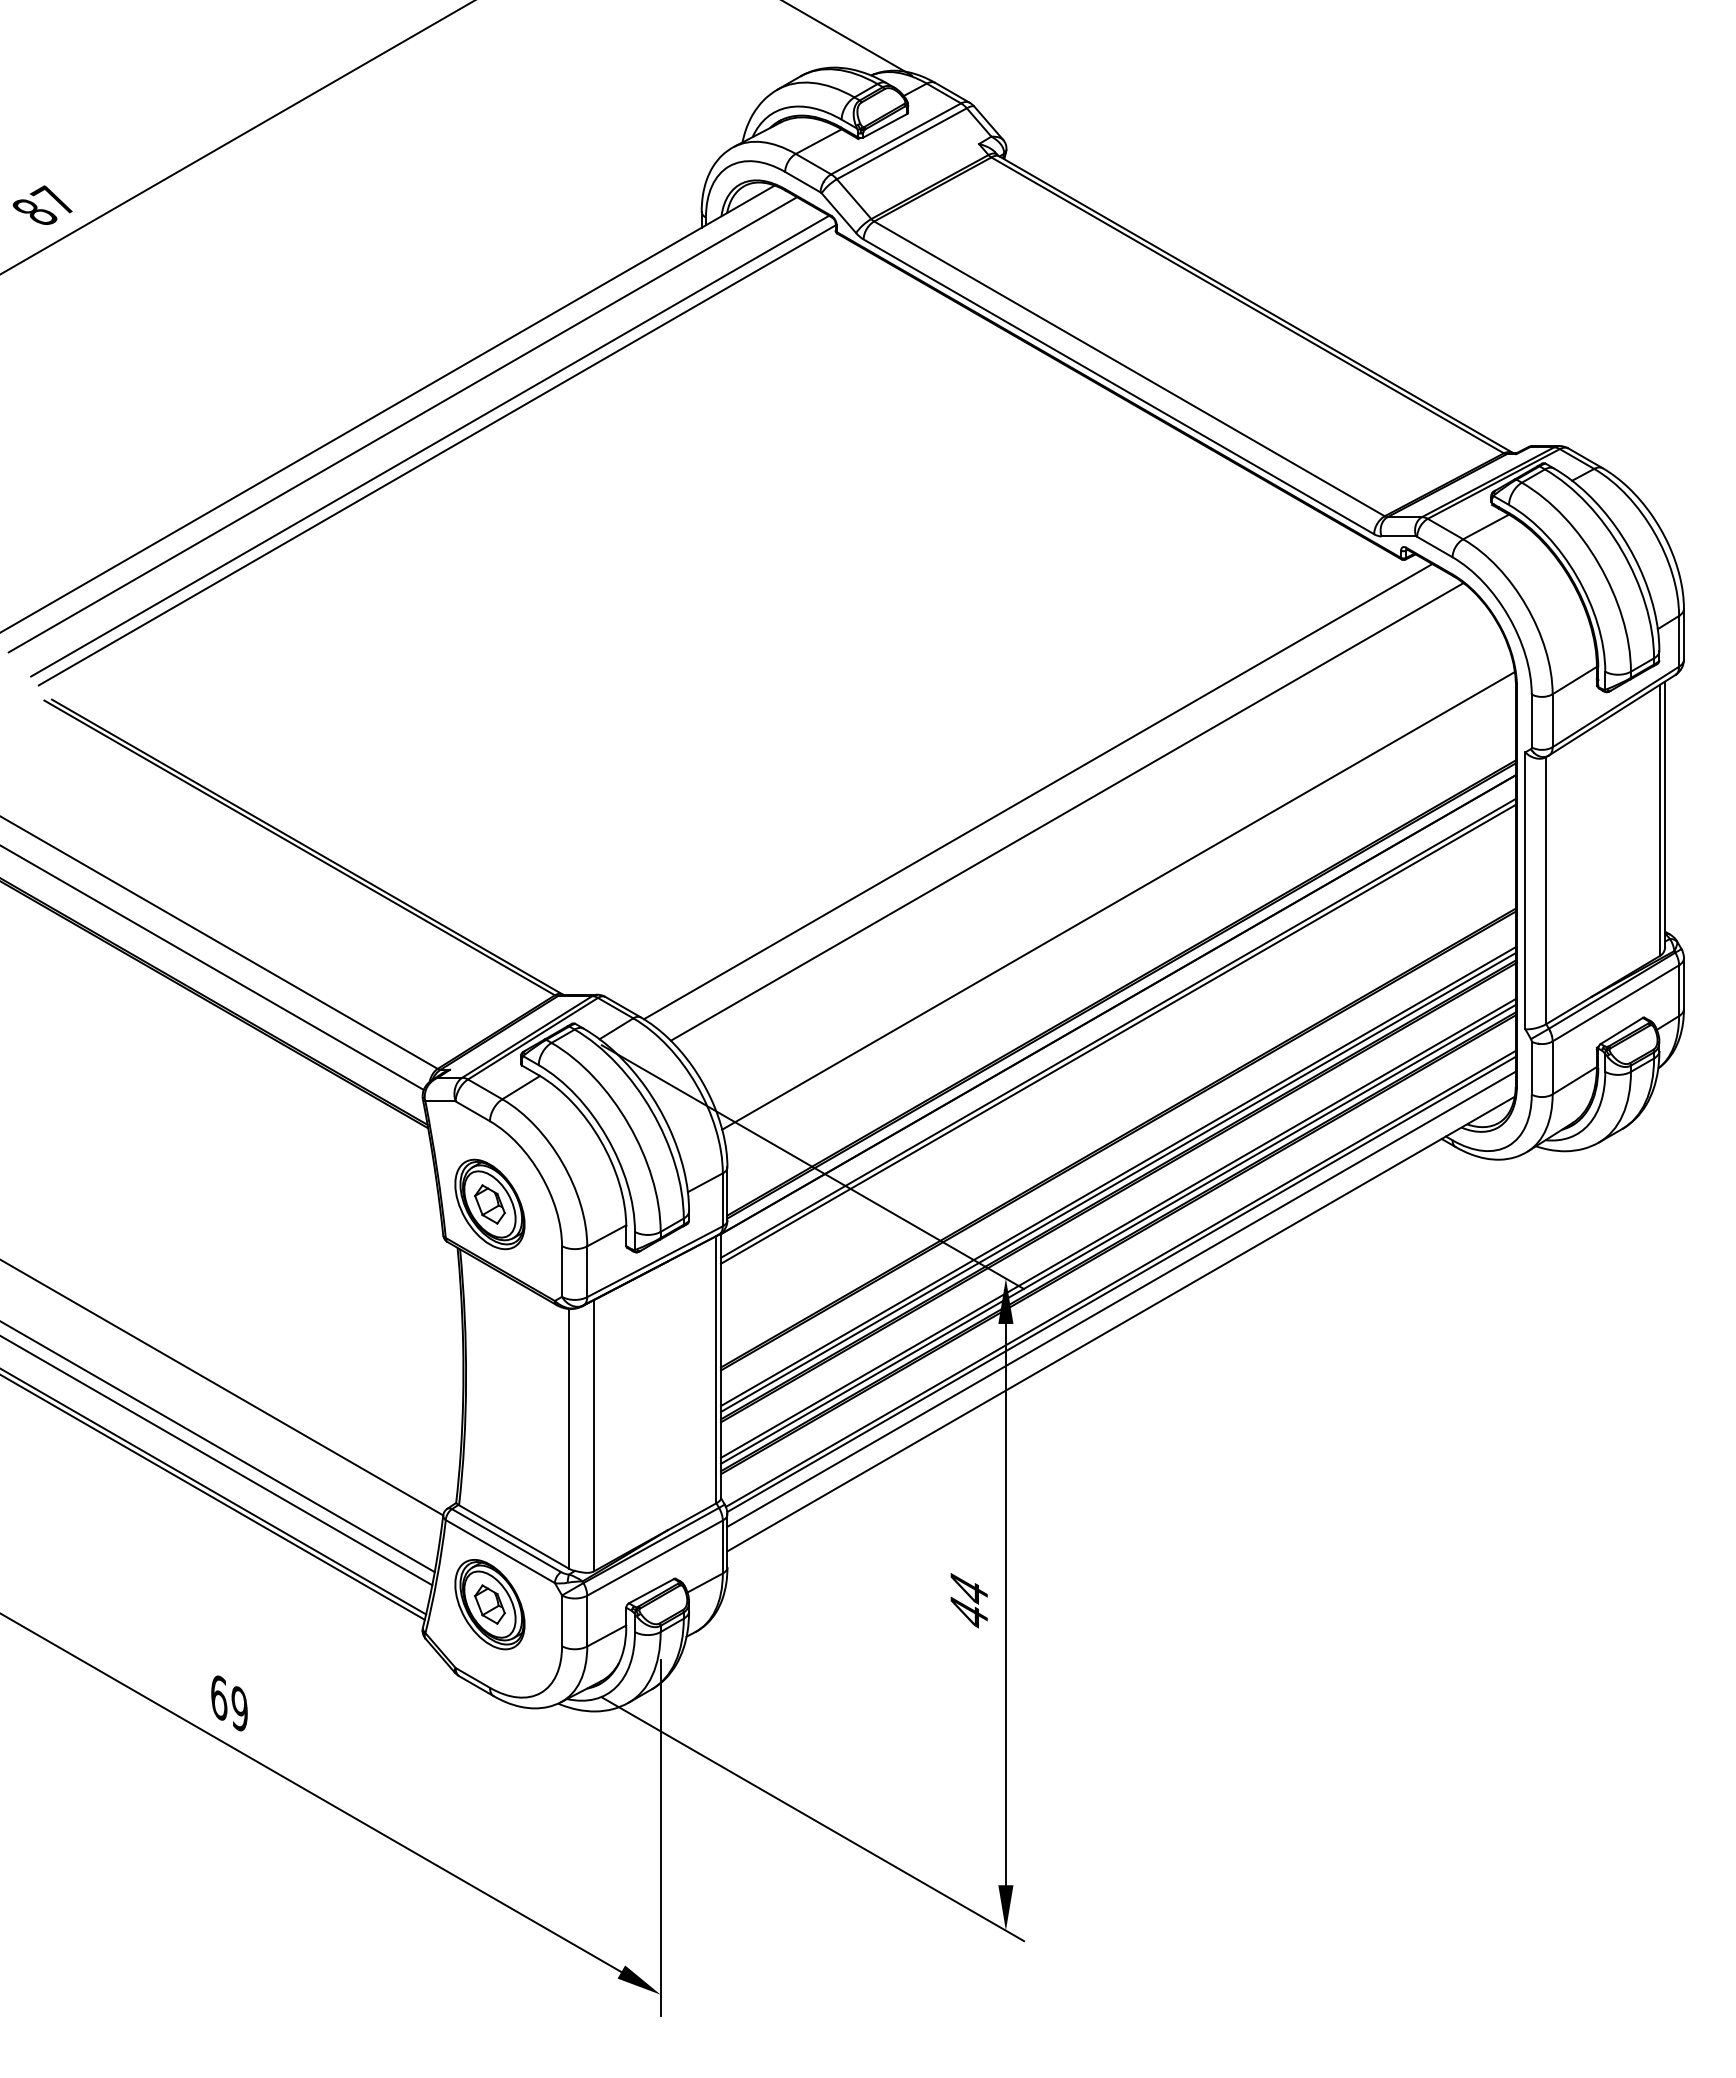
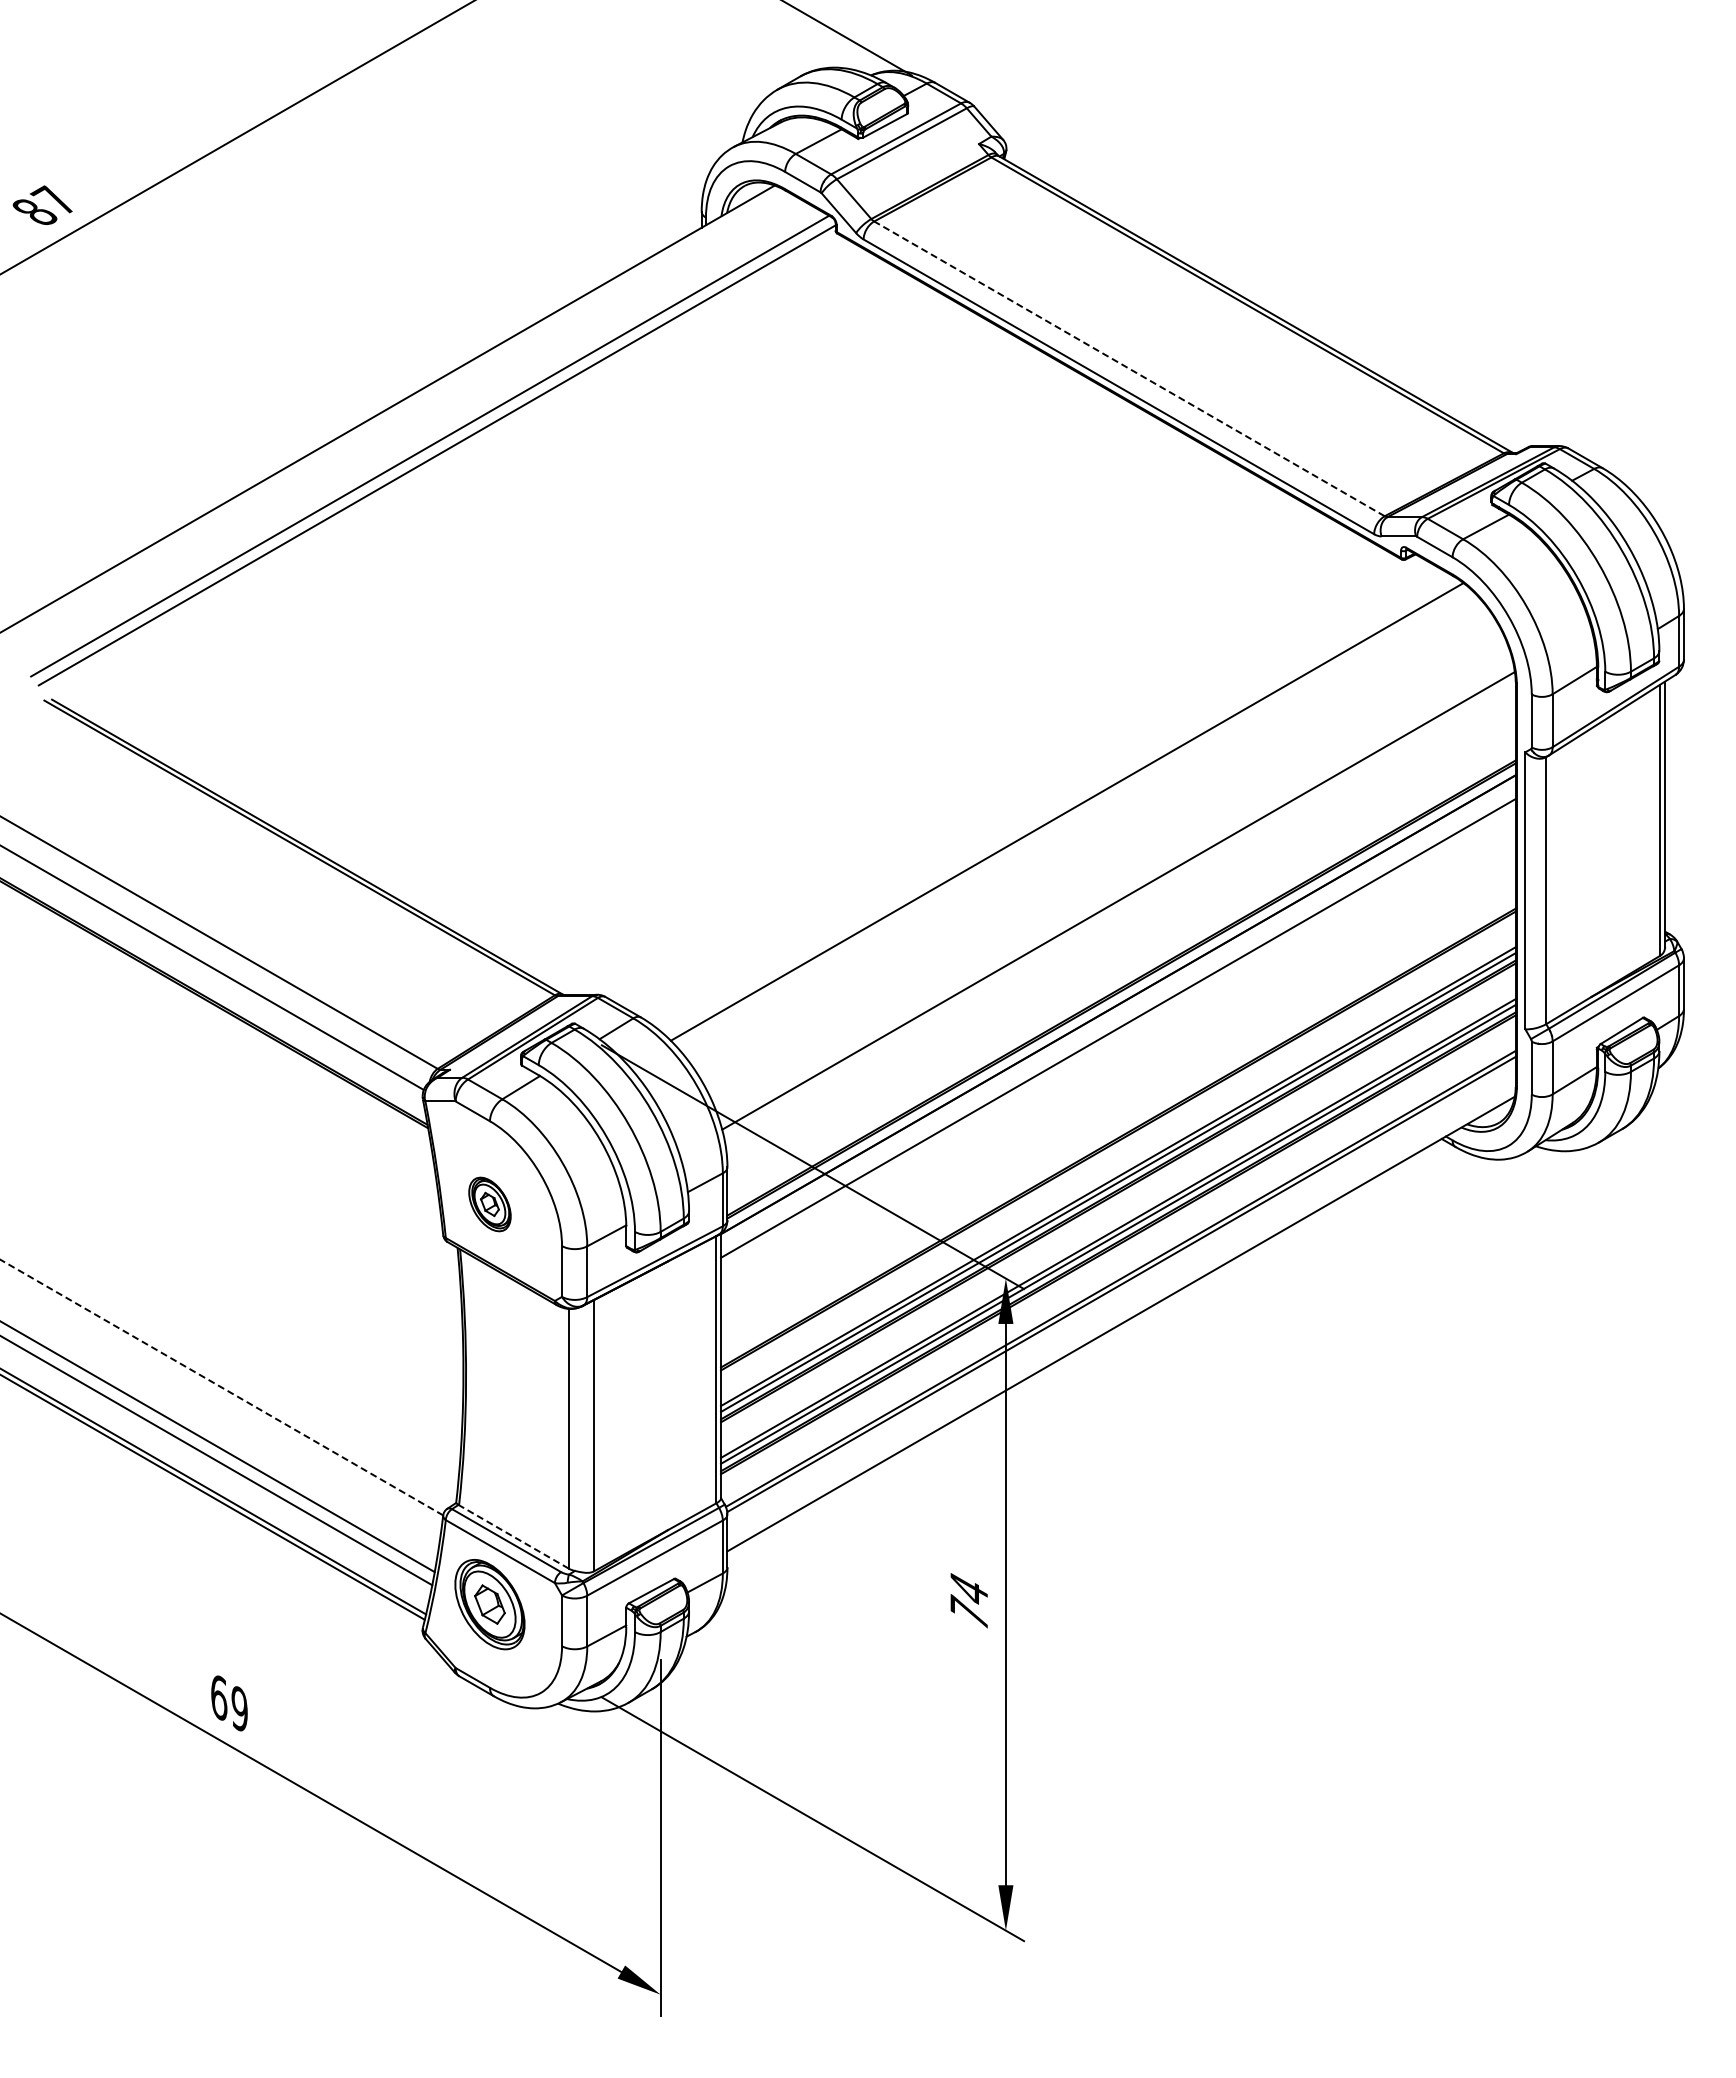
line at (1129, 368): solid -> dashed
line at (402, 424): present -> none
line at (1037, 791): present -> none
line at (1118, 1033): present -> none
part at (489, 1204) size: 72x93 px -> 44x57 px
line at (1121, 1298): present -> none
line at (221, 1387): solid -> dashed
line at (513, 1536): solid -> dashed
text at (968, 1611): 44 -> 74
